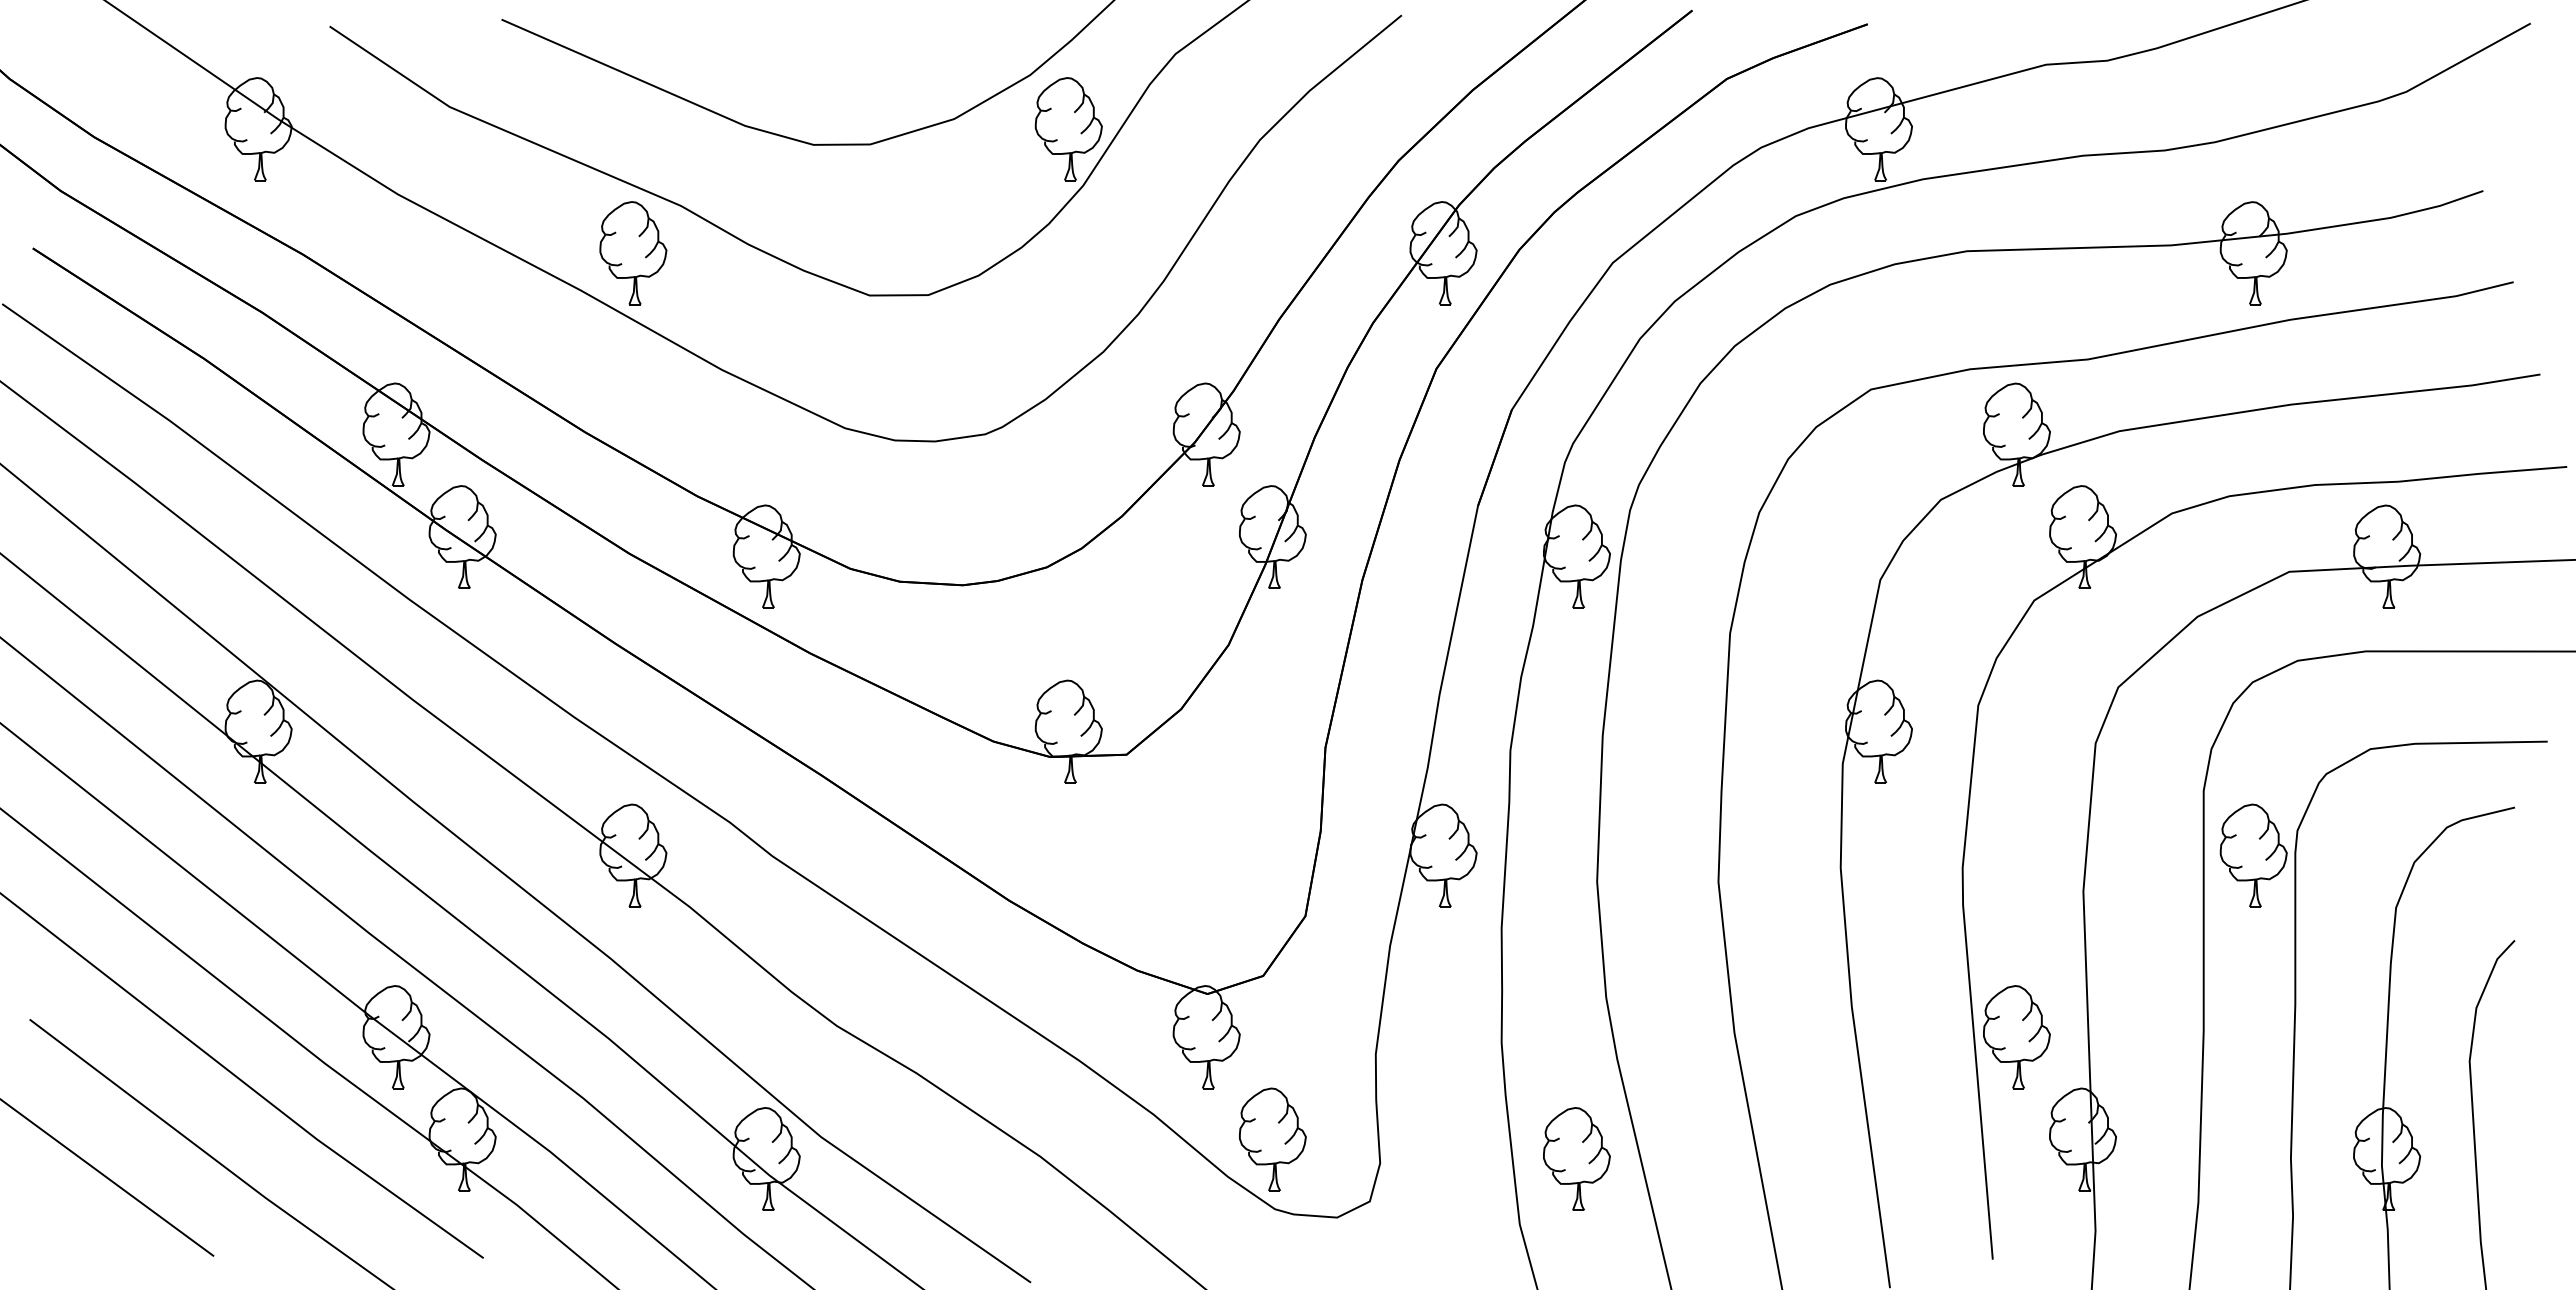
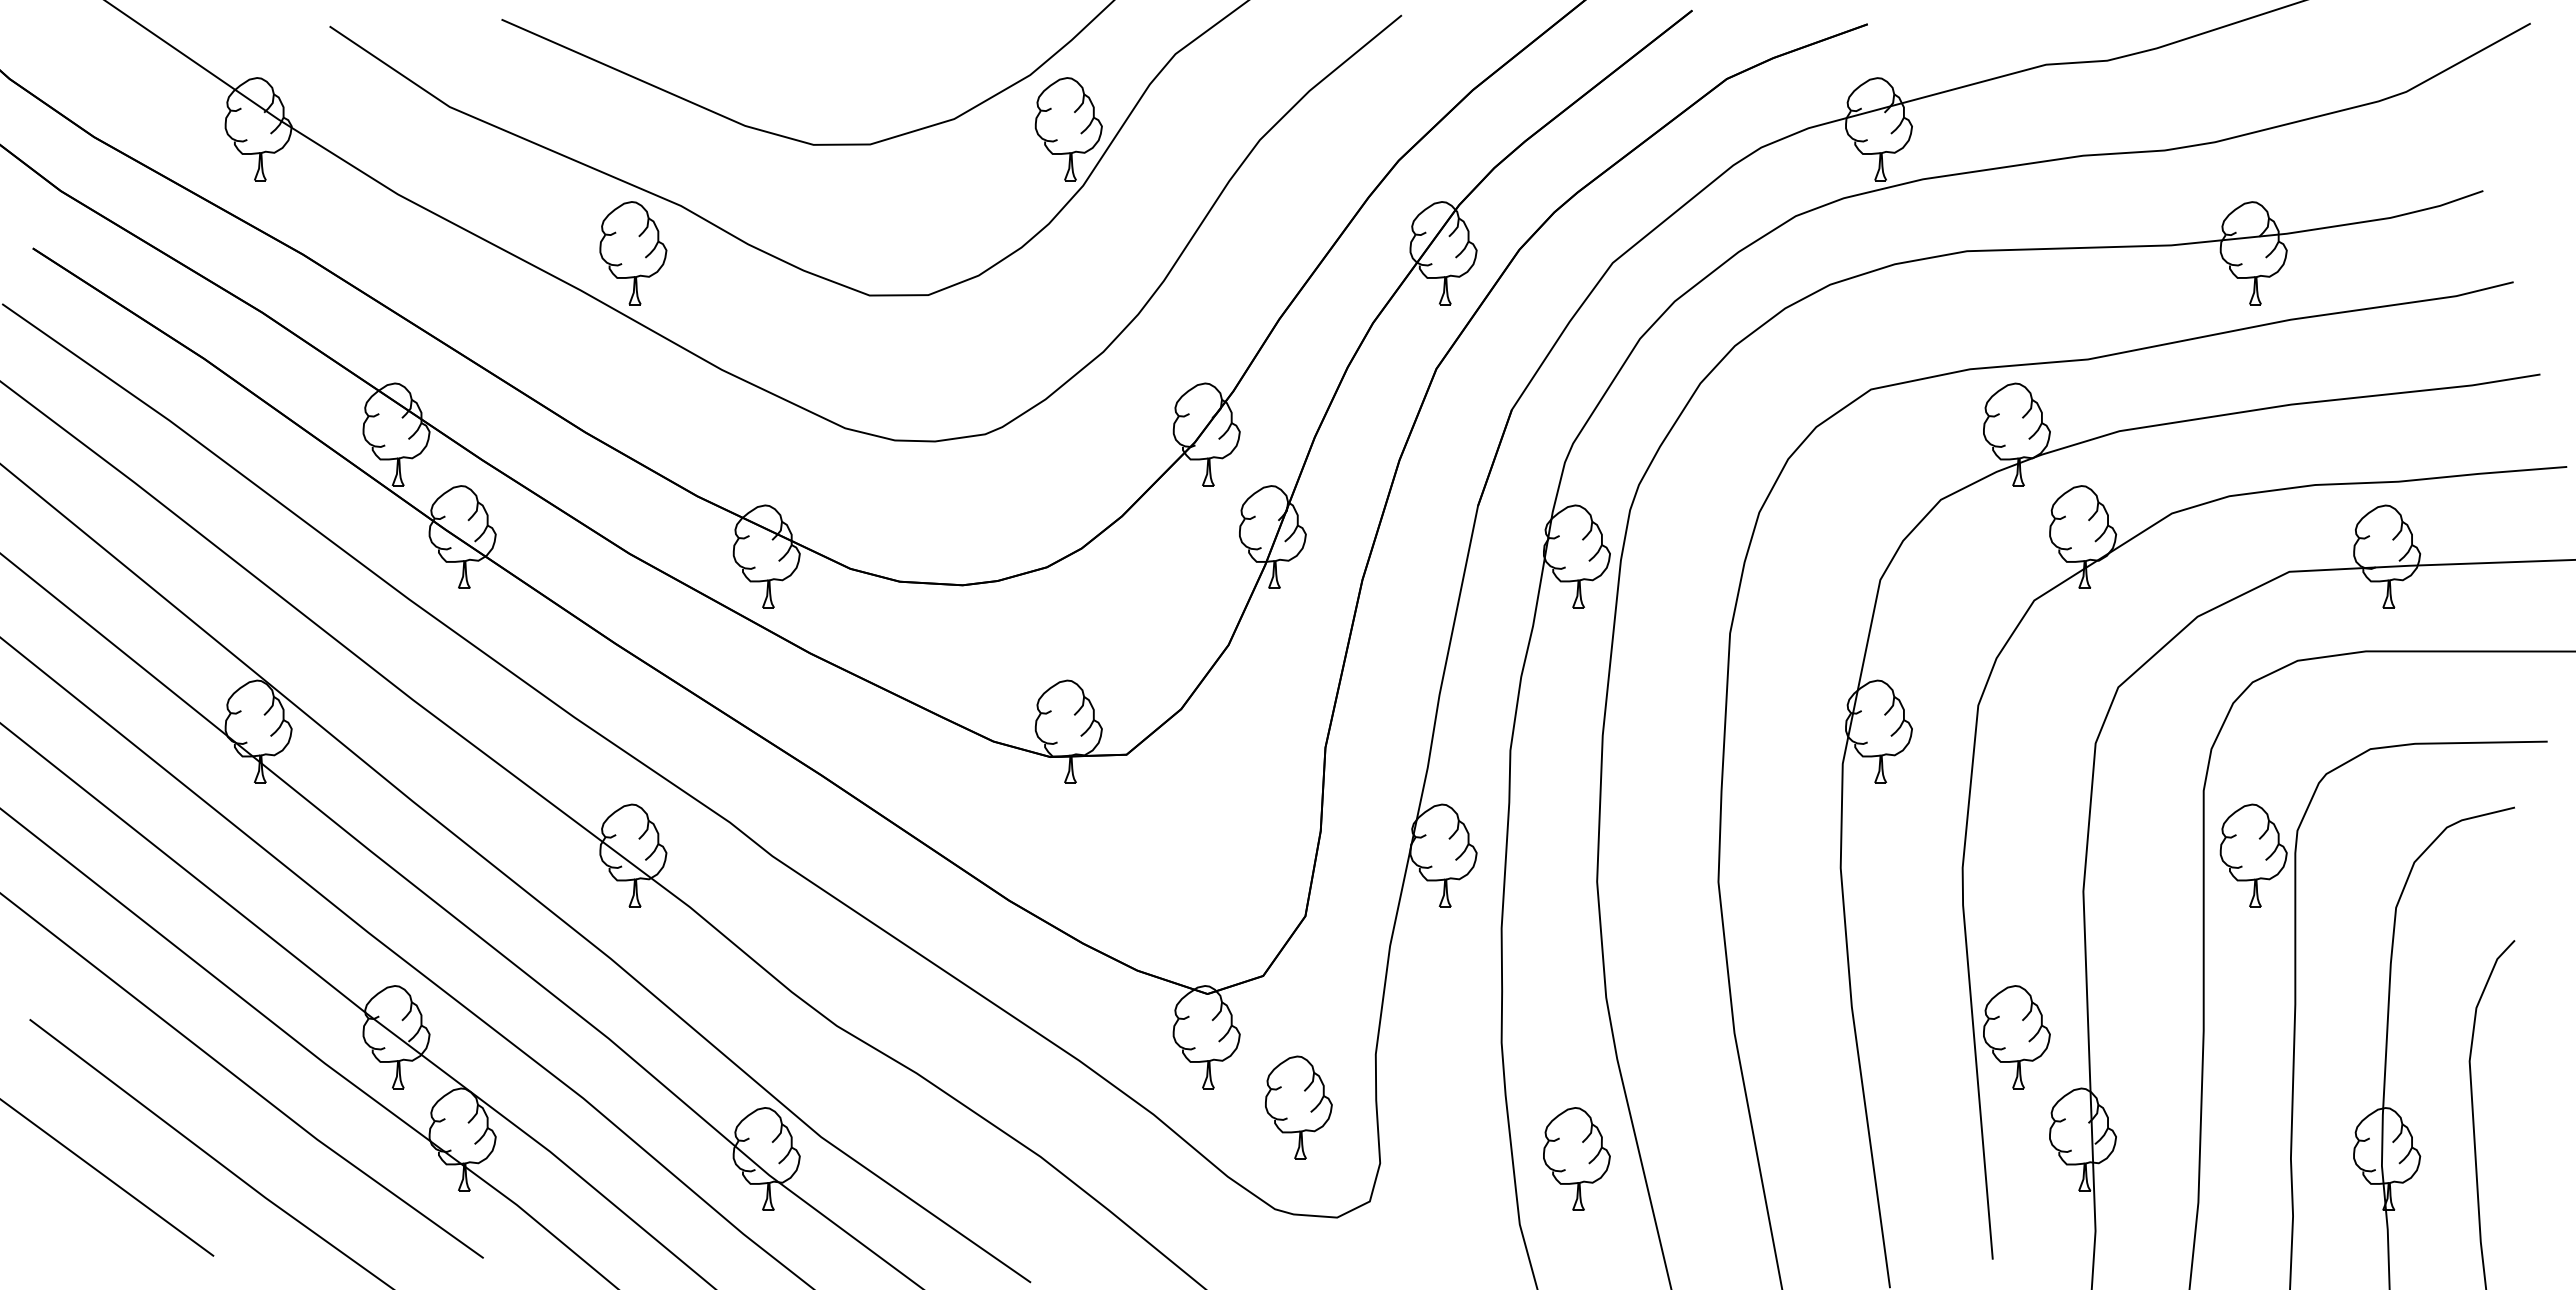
part at (1272, 1139) position: (1272, 1139) -> (1298, 1107)
